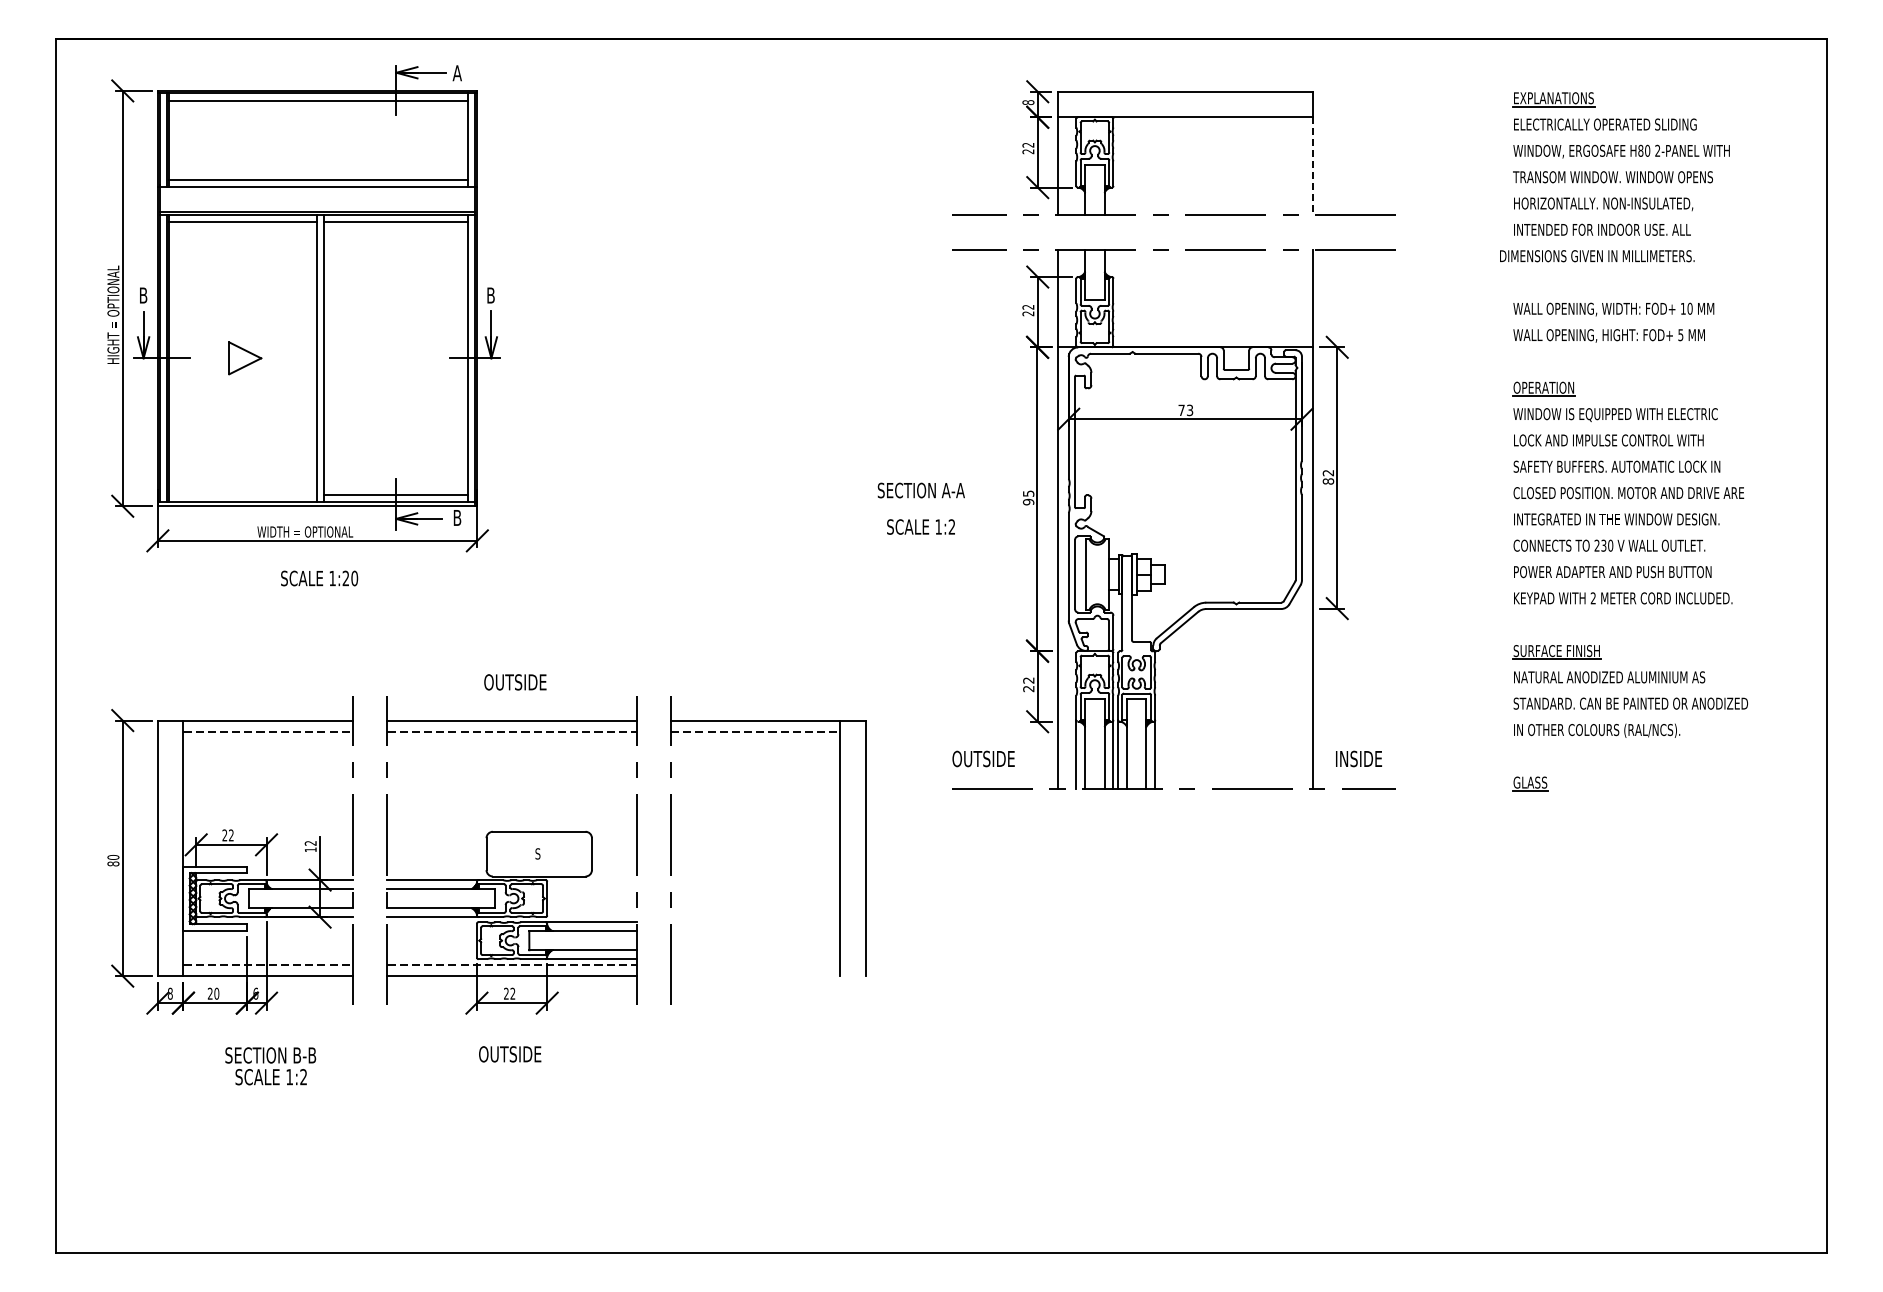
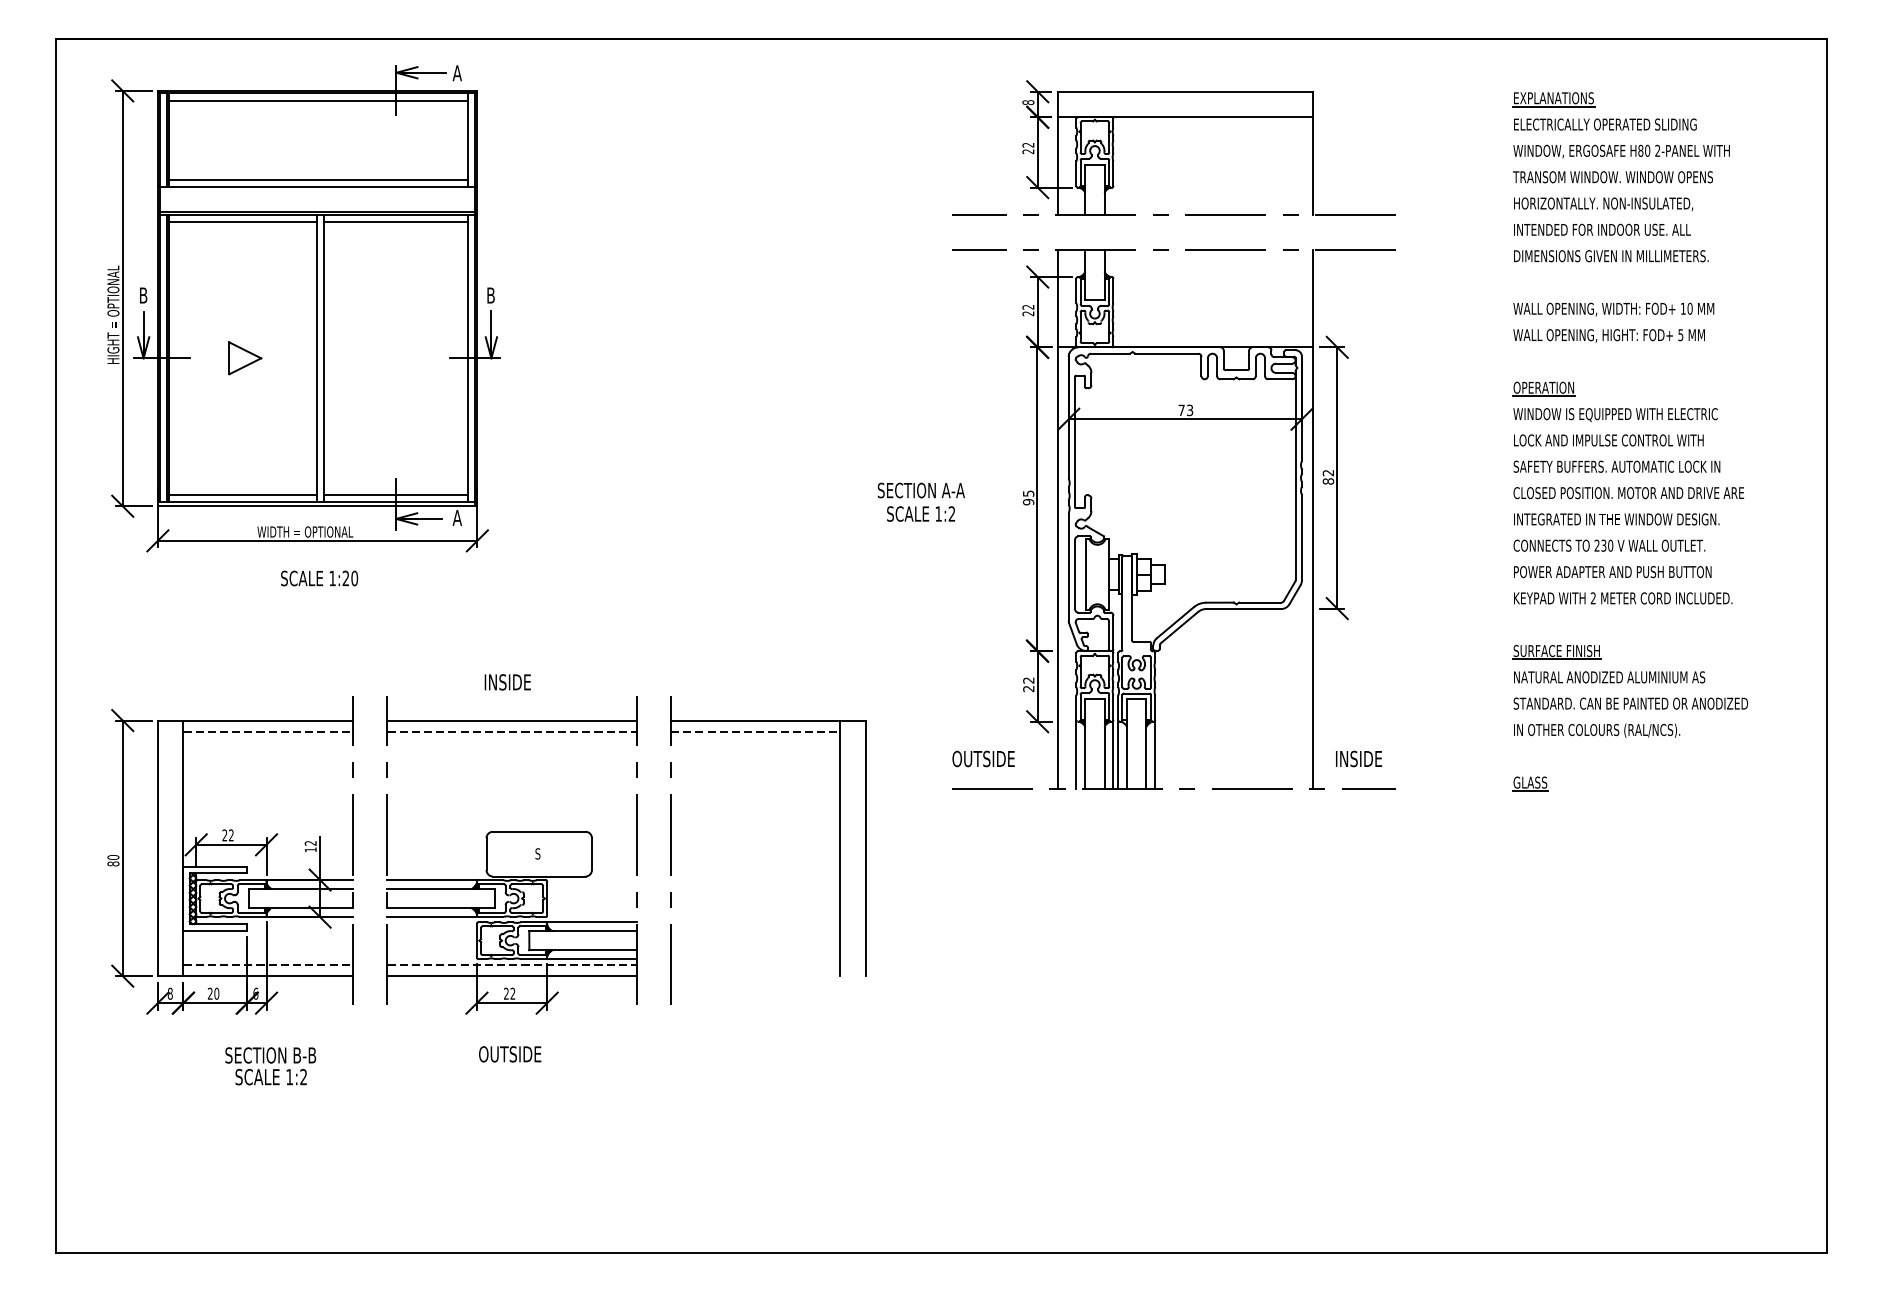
line at (1313, 166): dashed -> solid
text at (1597, 256) position: (1597, 256) -> (1611, 256)
line at (242, 494): none -> present
text at (456, 517): B -> A
text at (920, 526) position: (920, 526) -> (920, 513)
text at (515, 682): OUTSIDE -> INSIDE
